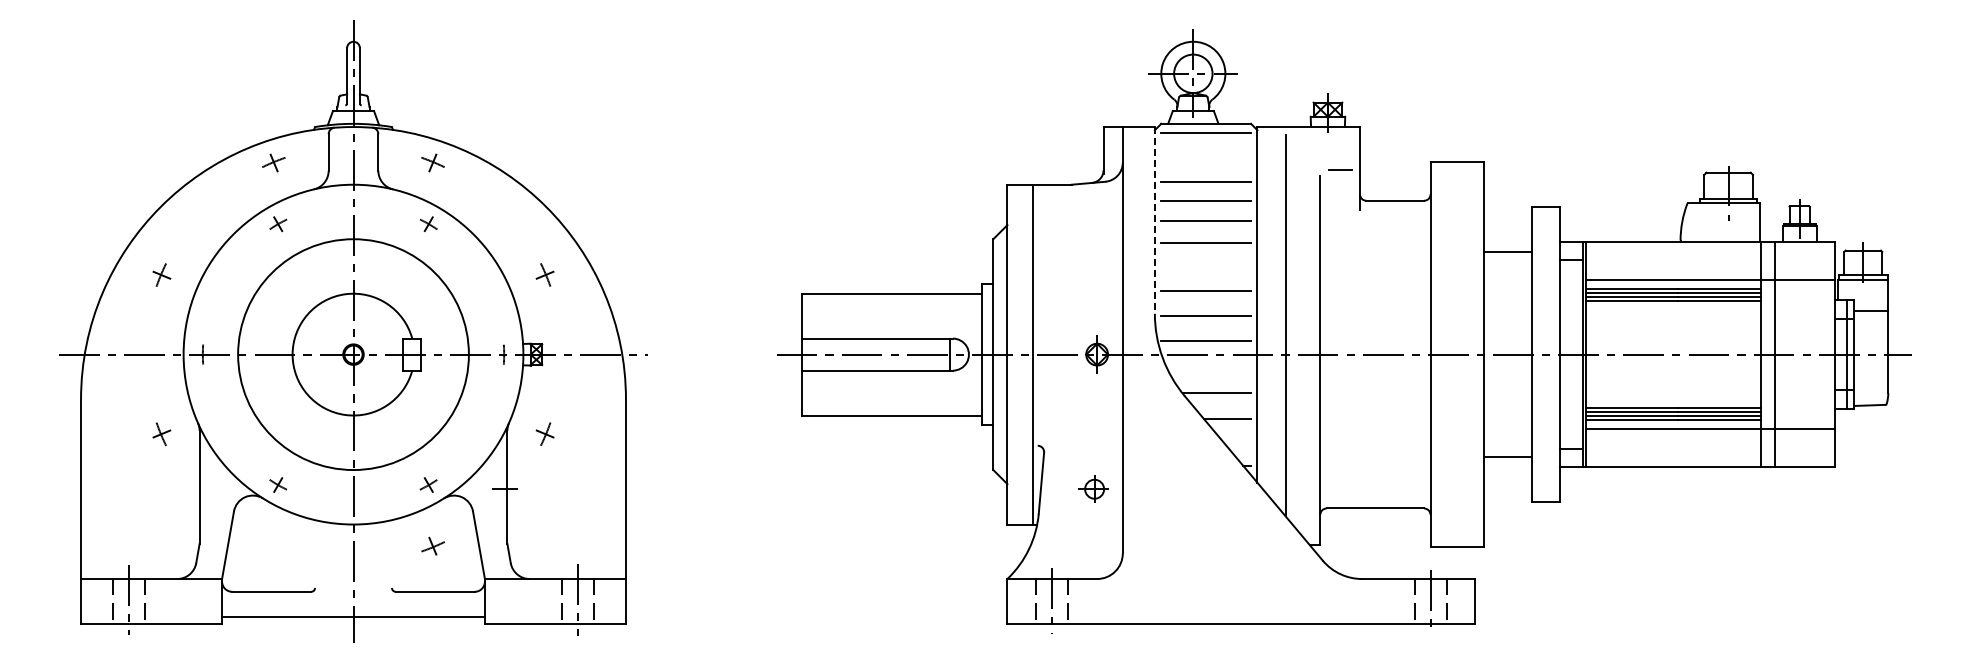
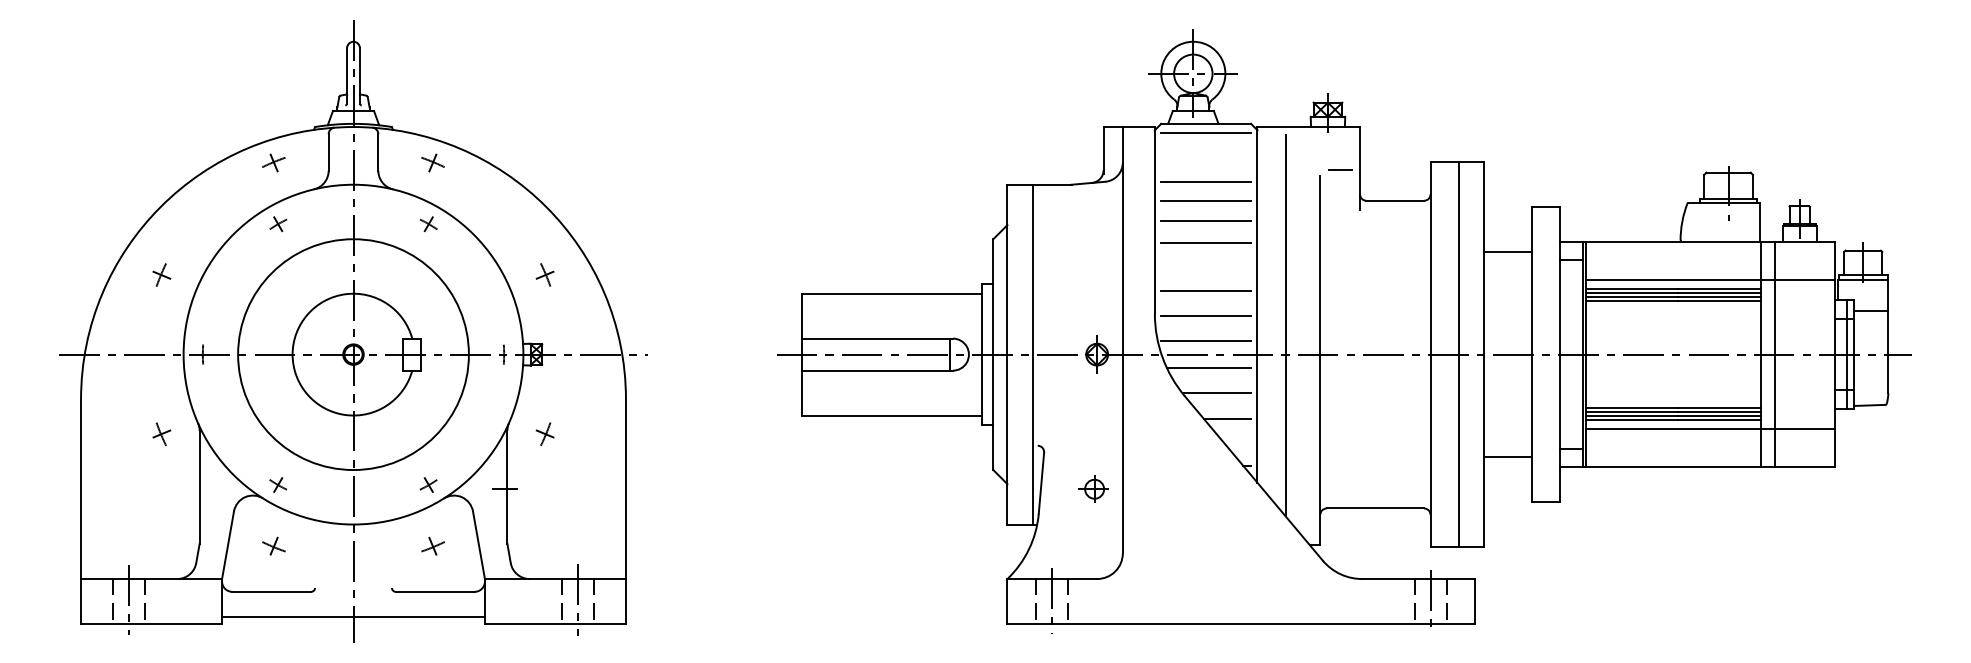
line at (1154, 220): dashed -> solid
line at (1458, 354): none -> present
line at (1208, 367): none -> present
part at (273, 545): none -> present
